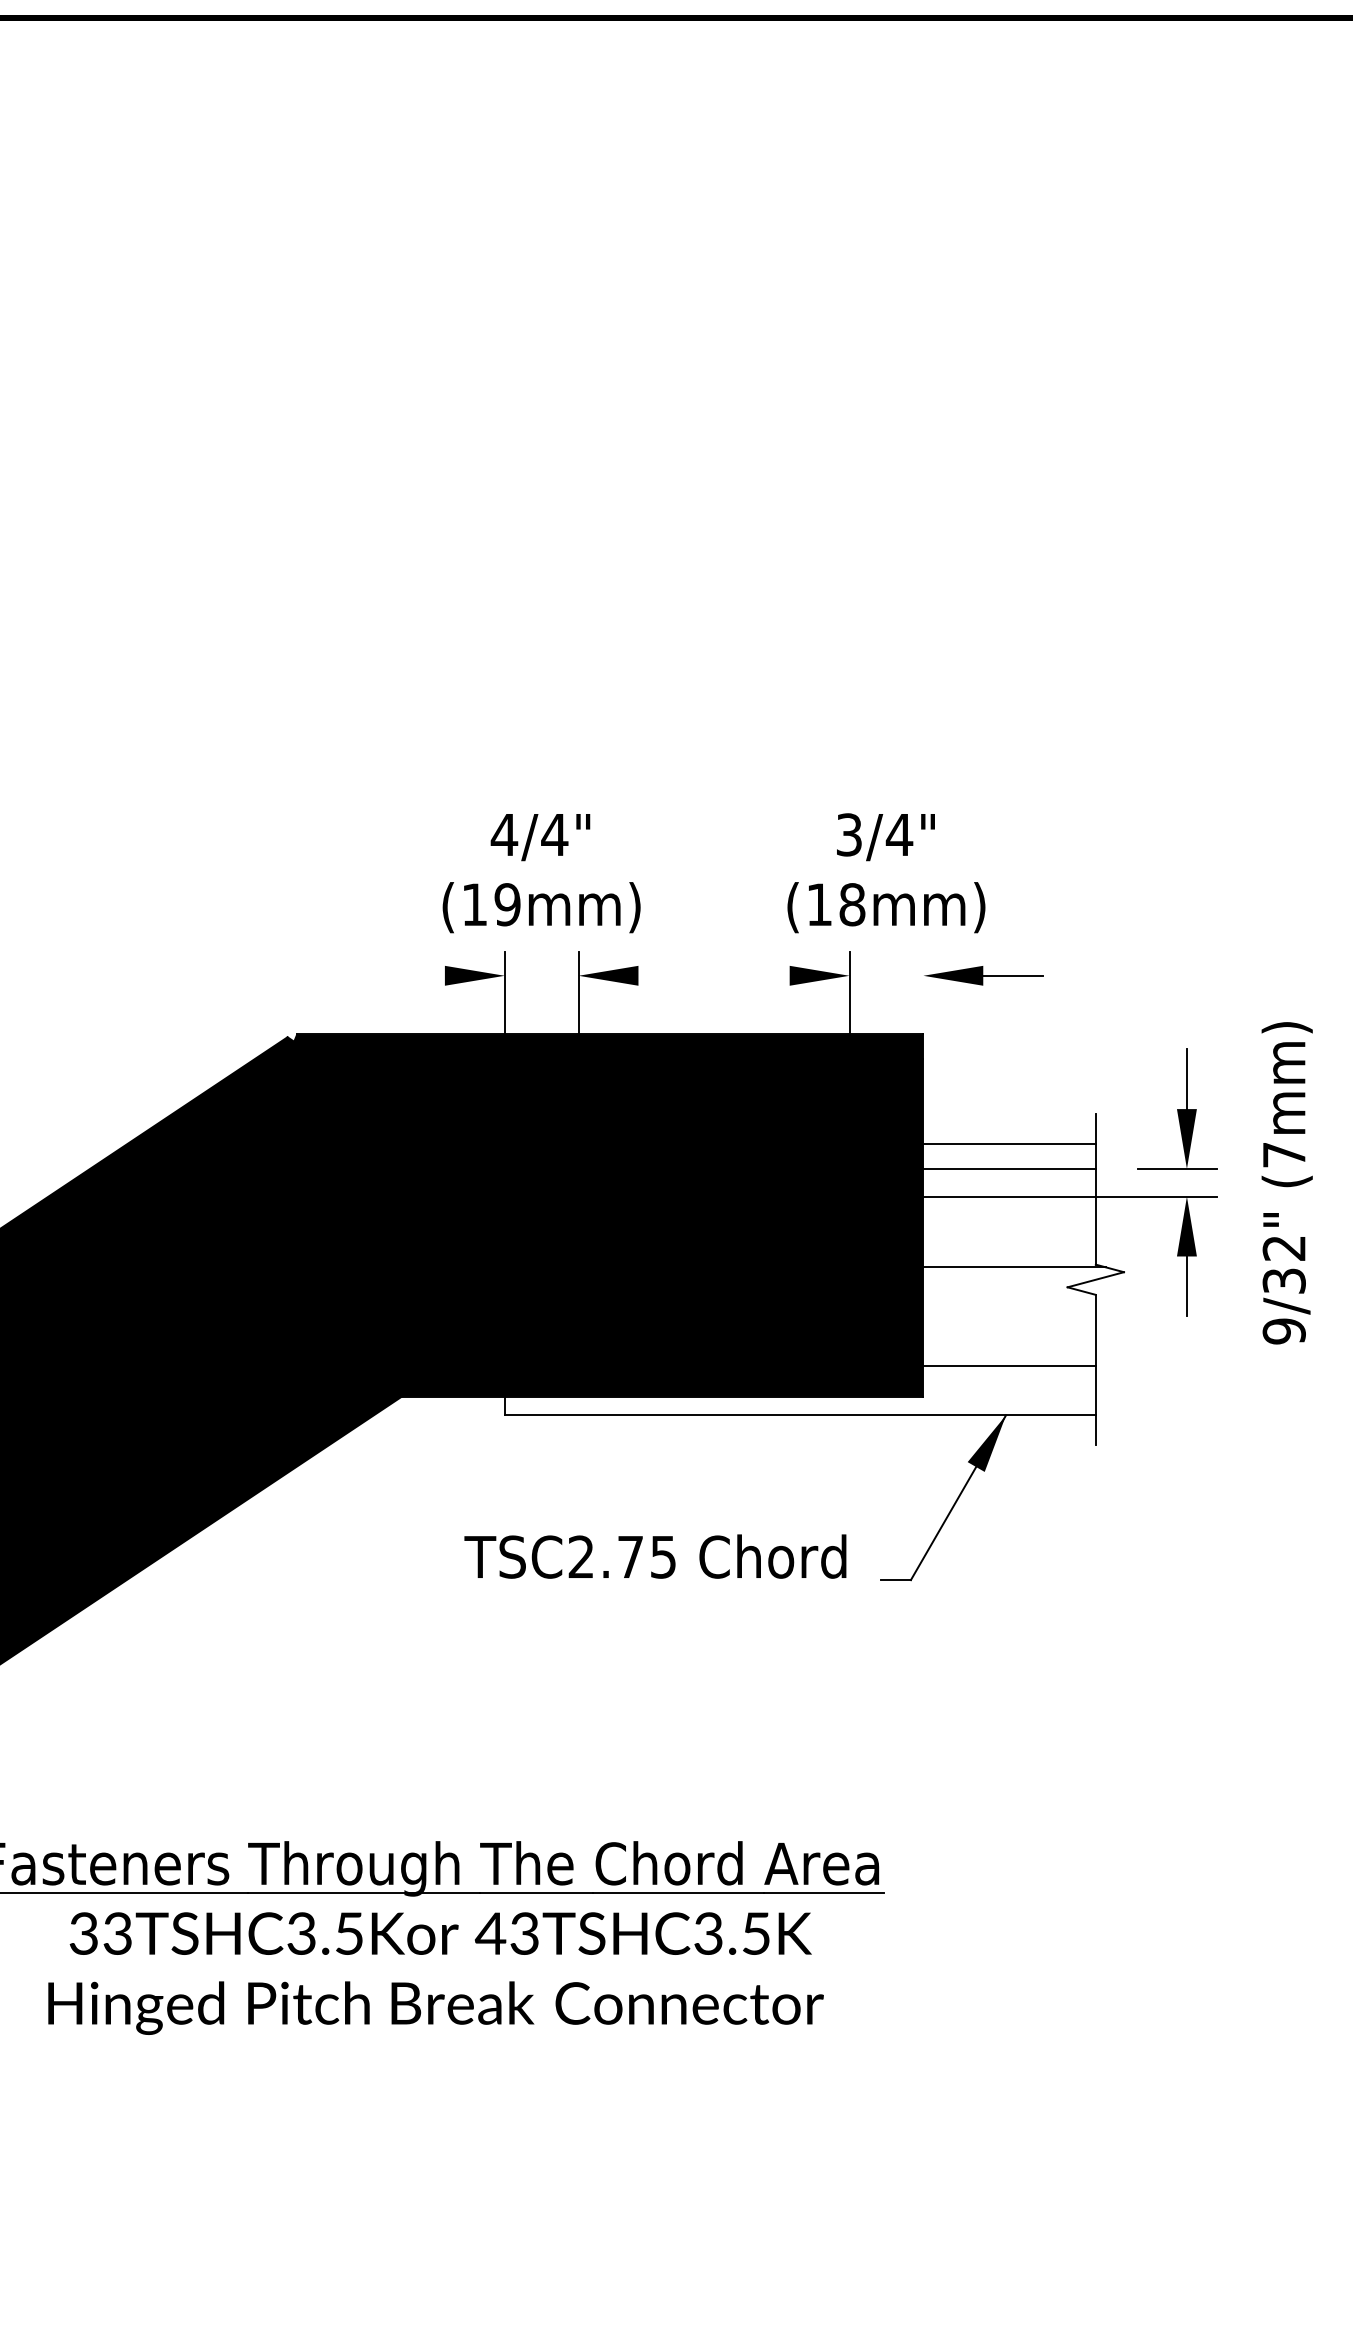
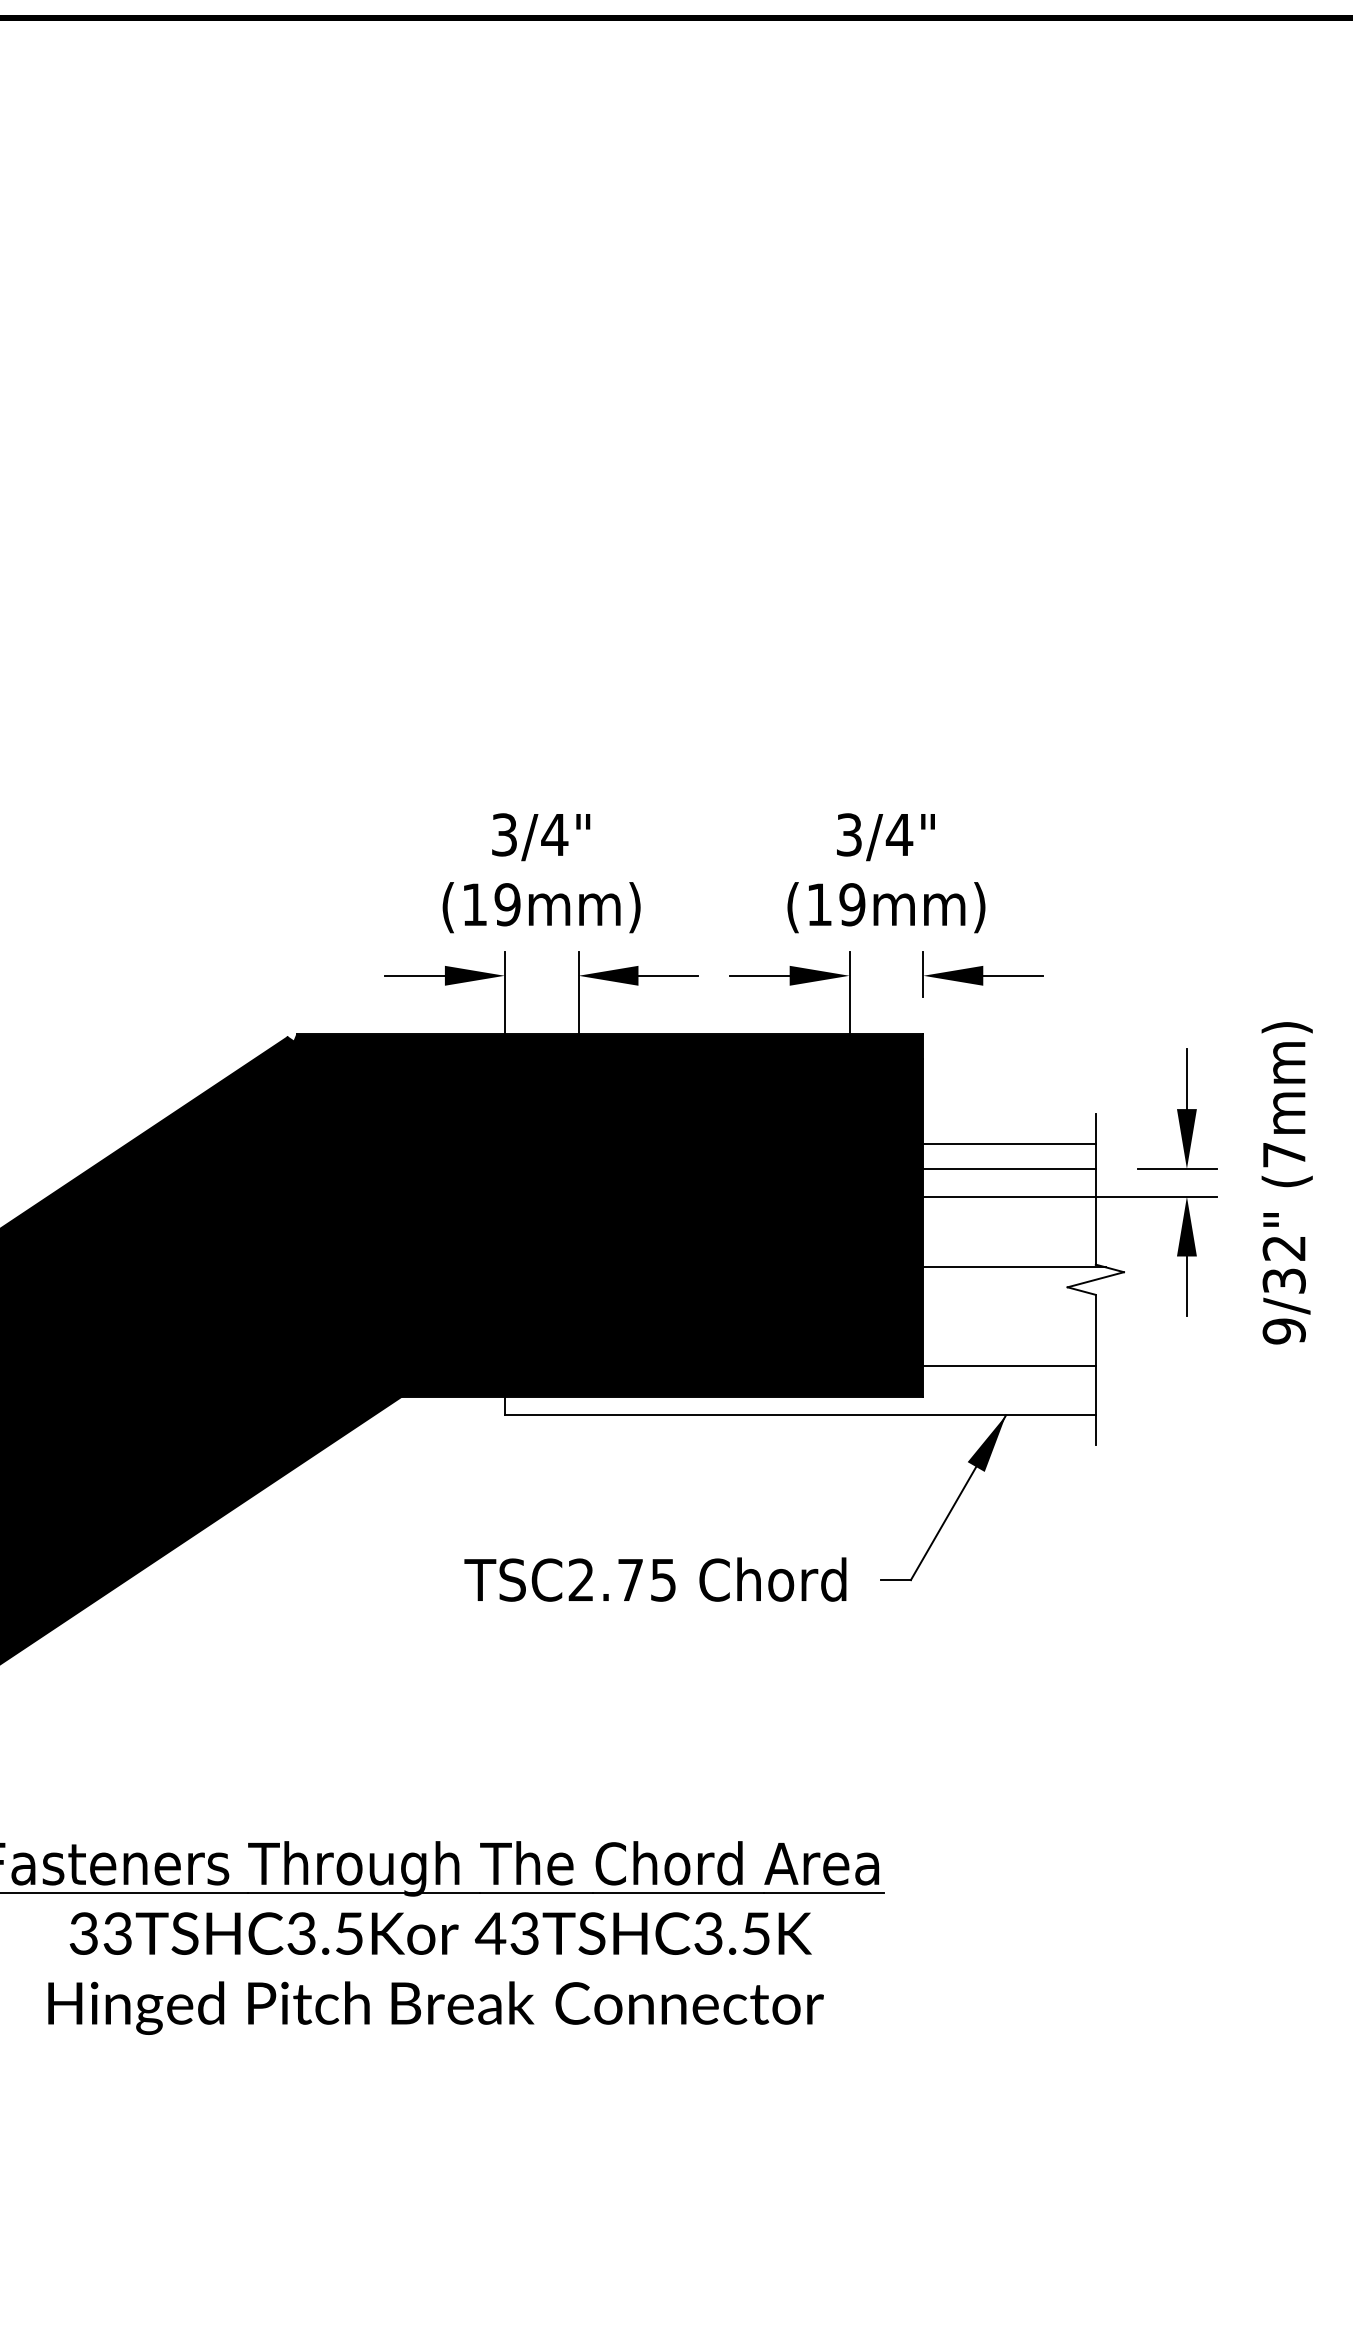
text at (504, 834): 4/4" -> 3/4"
text at (852, 904): (18mm) -> (19mm)
line at (923, 973): none -> present
line at (414, 975): none -> present
line at (668, 975): none -> present
line at (759, 975): none -> present
text at (655, 1556) position: (655, 1556) -> (655, 1579)
